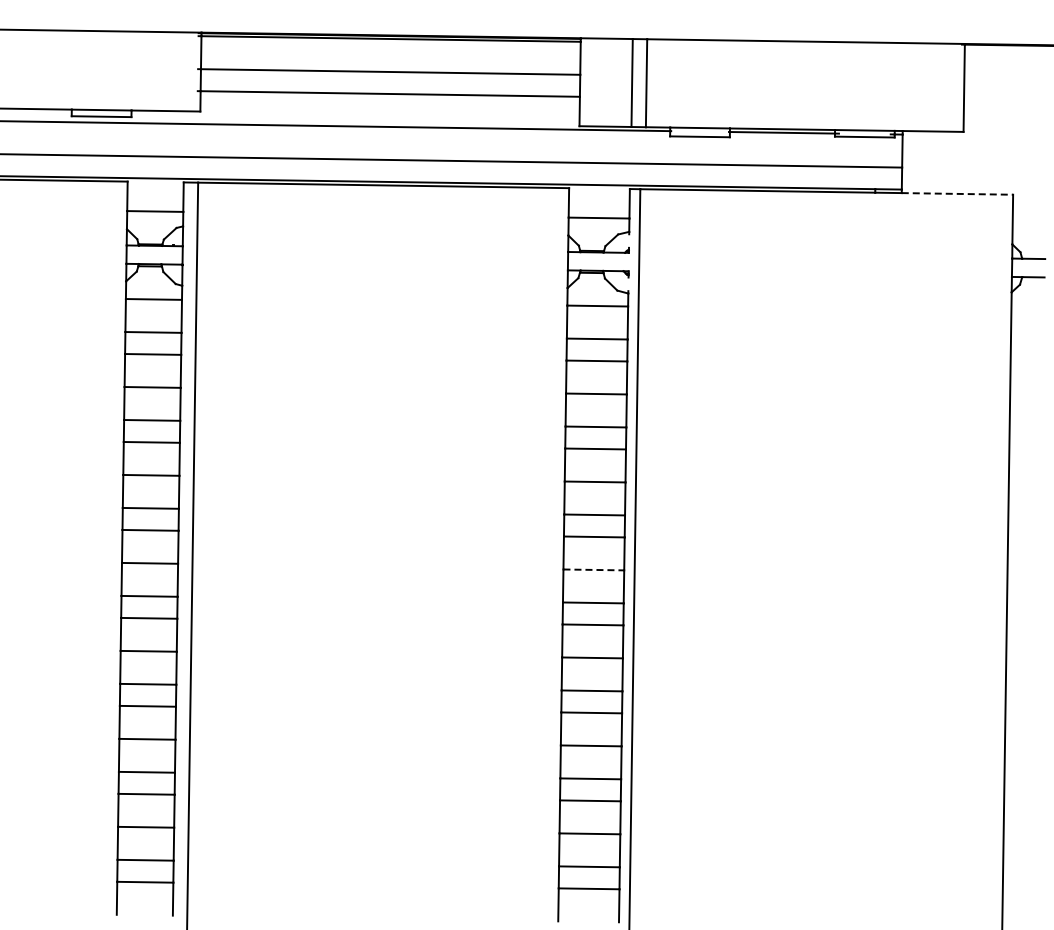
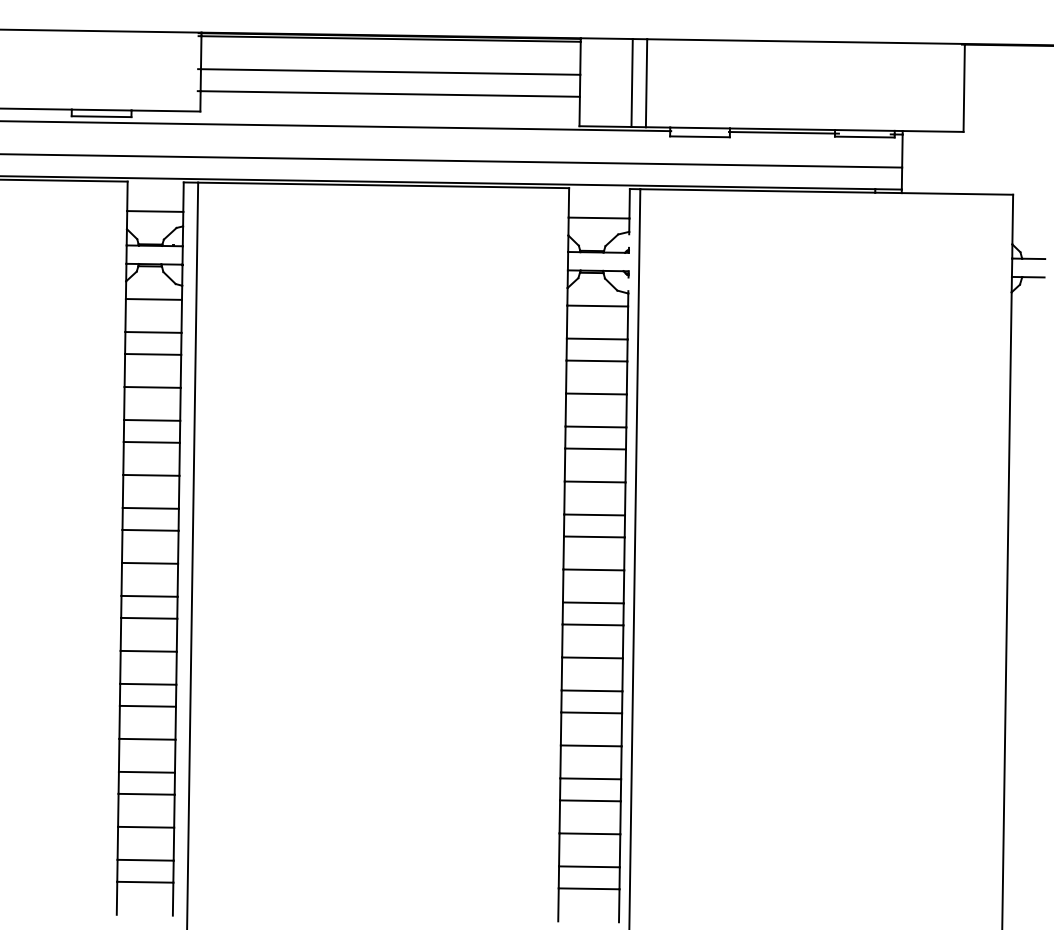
line at (957, 193): dashed -> solid
line at (594, 569): dashed -> solid
